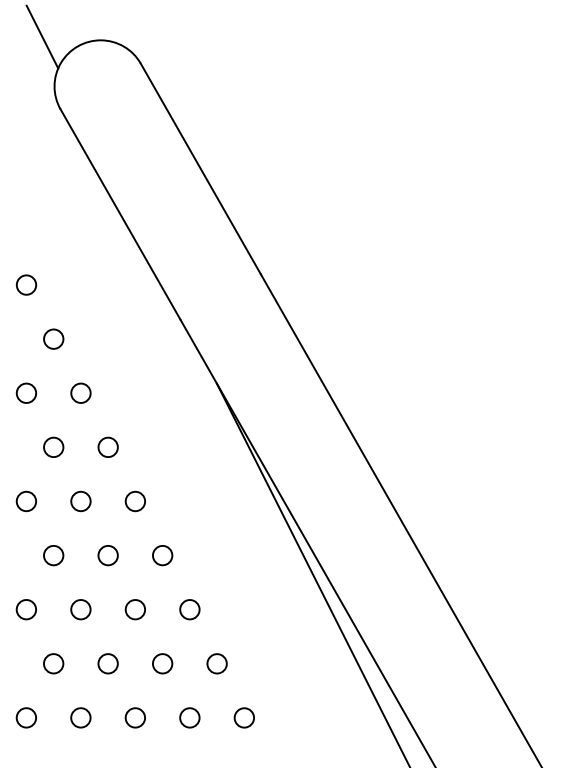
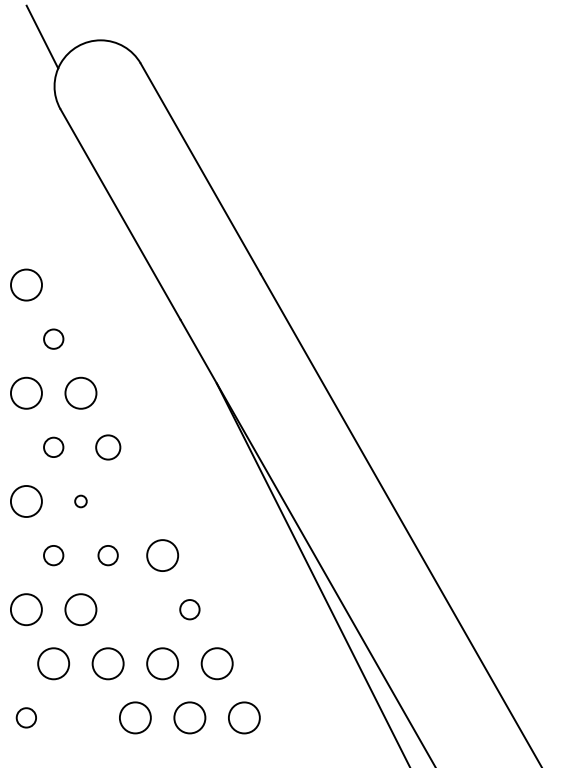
circle at (26, 284) diameter: 19 px -> 31 px
circle at (26, 392) diameter: 19 px -> 31 px
circle at (80, 392) diameter: 19 px -> 31 px
circle at (107, 446) size: 22x22 px -> 27x27 px
circle at (26, 501) diameter: 19 px -> 31 px
circle at (80, 501) size: 22x23 px -> 14x15 px
circle at (134, 501): present -> none
circle at (162, 555) diameter: 19 px -> 31 px
circle at (26, 609) diameter: 19 px -> 31 px
circle at (80, 609) diameter: 19 px -> 31 px
circle at (134, 609): present -> none
circle at (53, 663) diameter: 19 px -> 31 px
circle at (107, 663) diameter: 19 px -> 31 px
circle at (162, 663) diameter: 19 px -> 31 px
circle at (216, 663) size: 22x22 px -> 34x34 px
circle at (80, 717): present -> none
circle at (135, 717) diameter: 19 px -> 31 px
circle at (189, 717) diameter: 19 px -> 31 px
circle at (244, 717) diameter: 19 px -> 31 px
